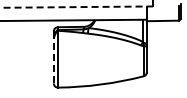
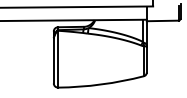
line at (77, 7): dashed -> solid
line at (53, 57): dashed -> solid
